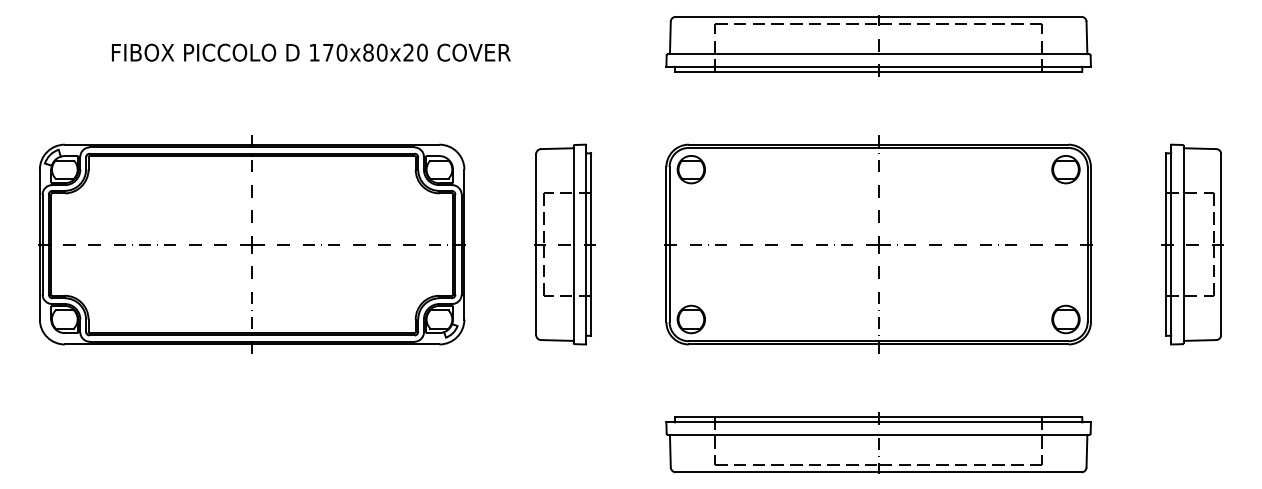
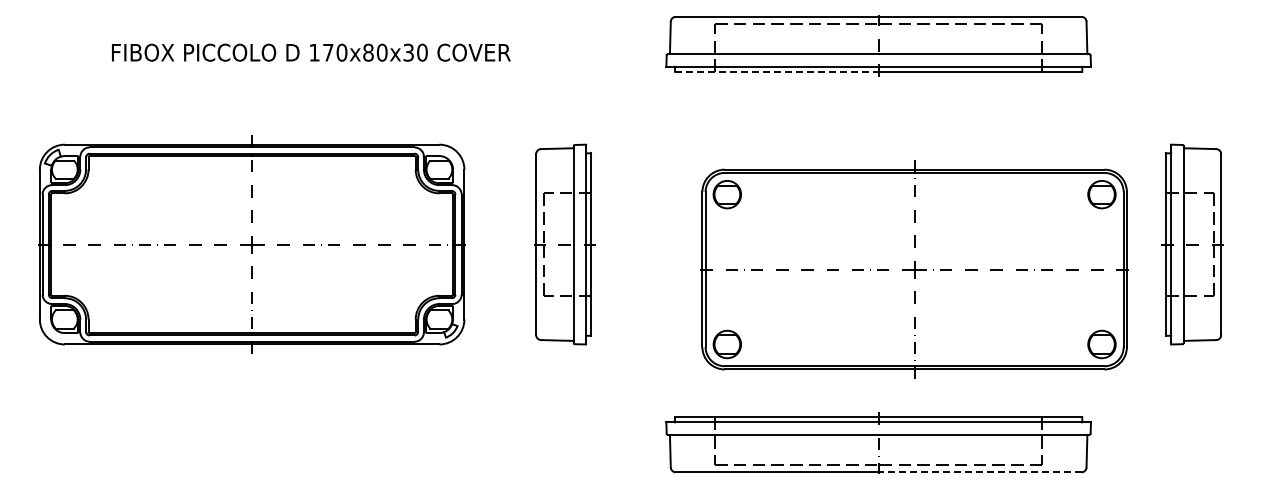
text at (408, 52): 170x80x20 -> 170x80x30
line at (776, 71): solid -> dashed
part at (878, 244) position: (878, 244) -> (914, 269)
line at (979, 472): solid -> dashed
